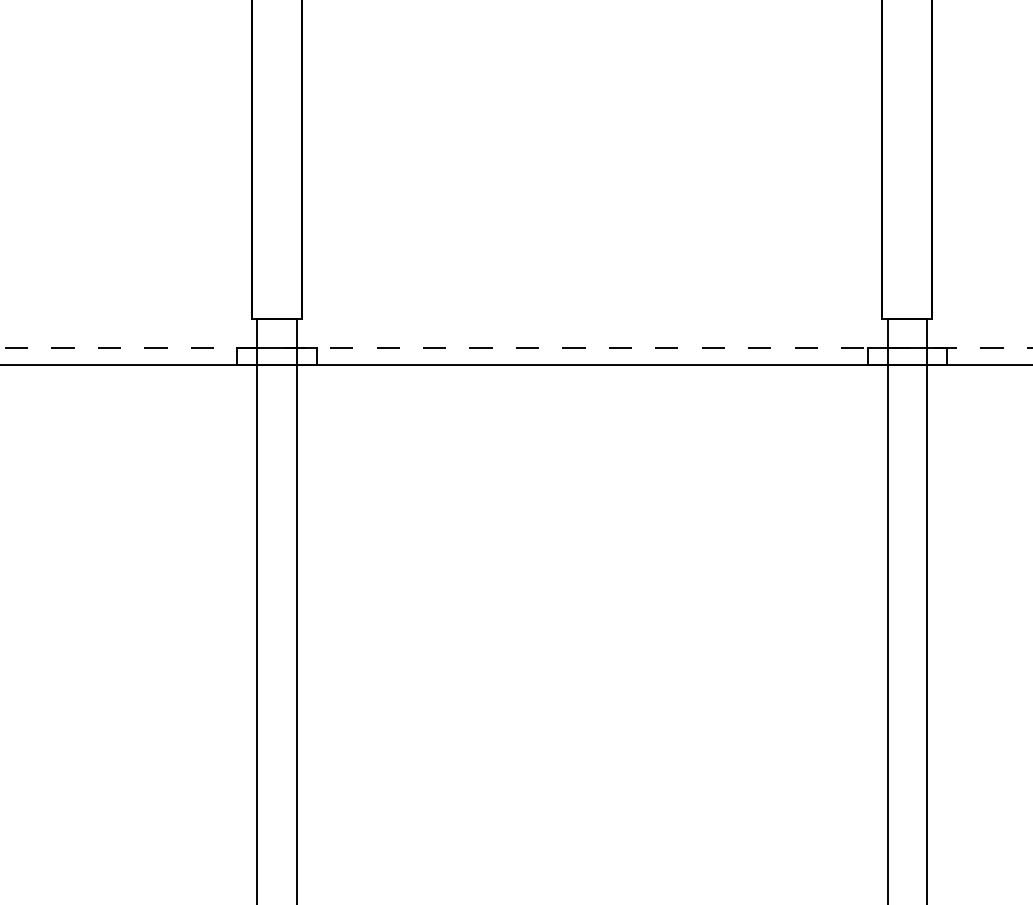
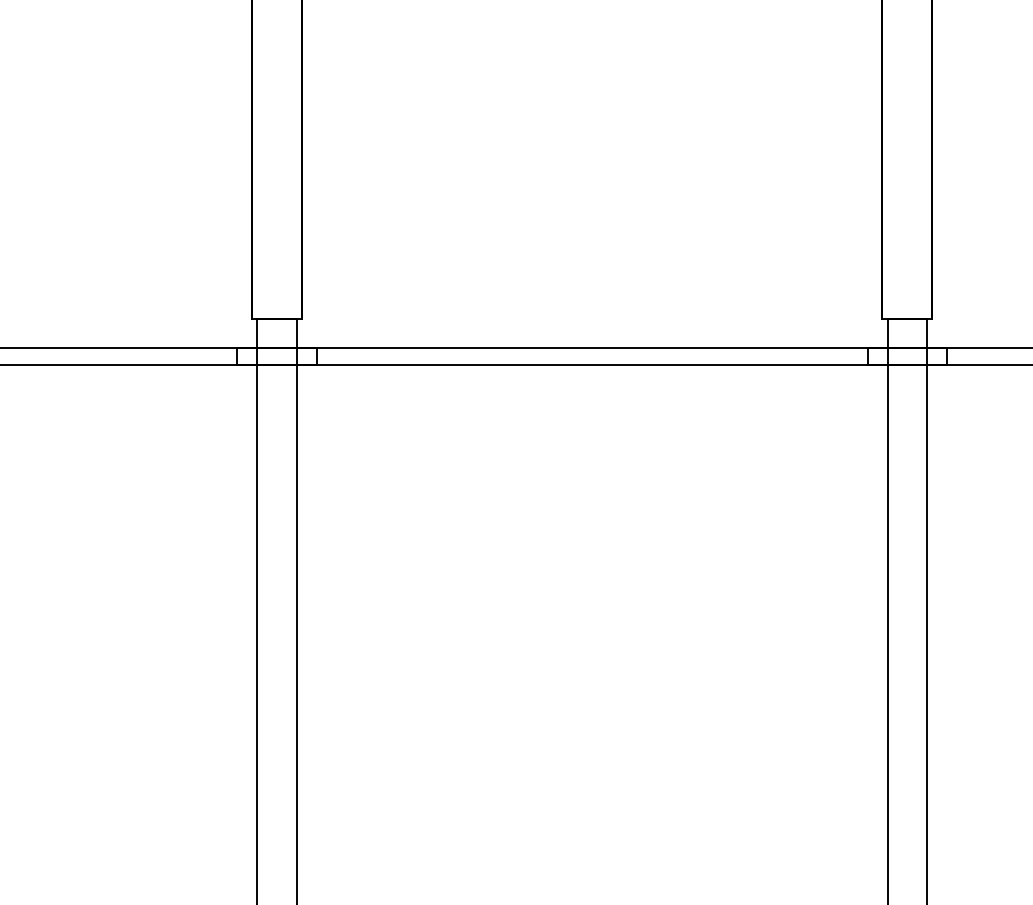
line at (517, 347): dashed -> solid
